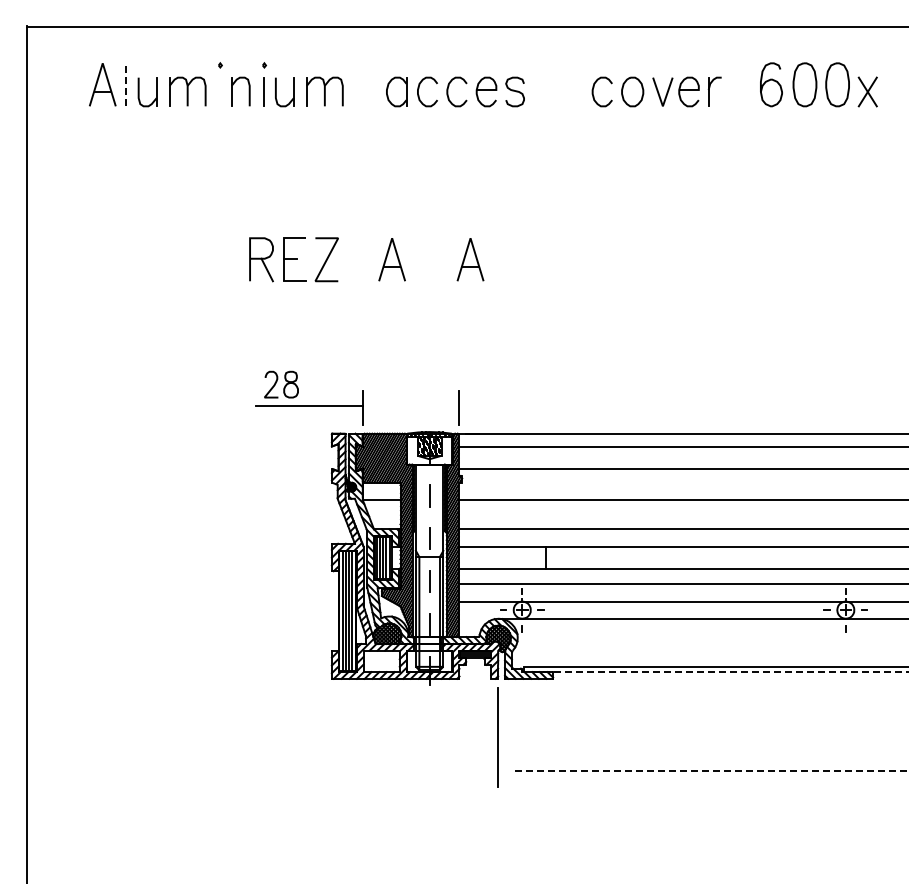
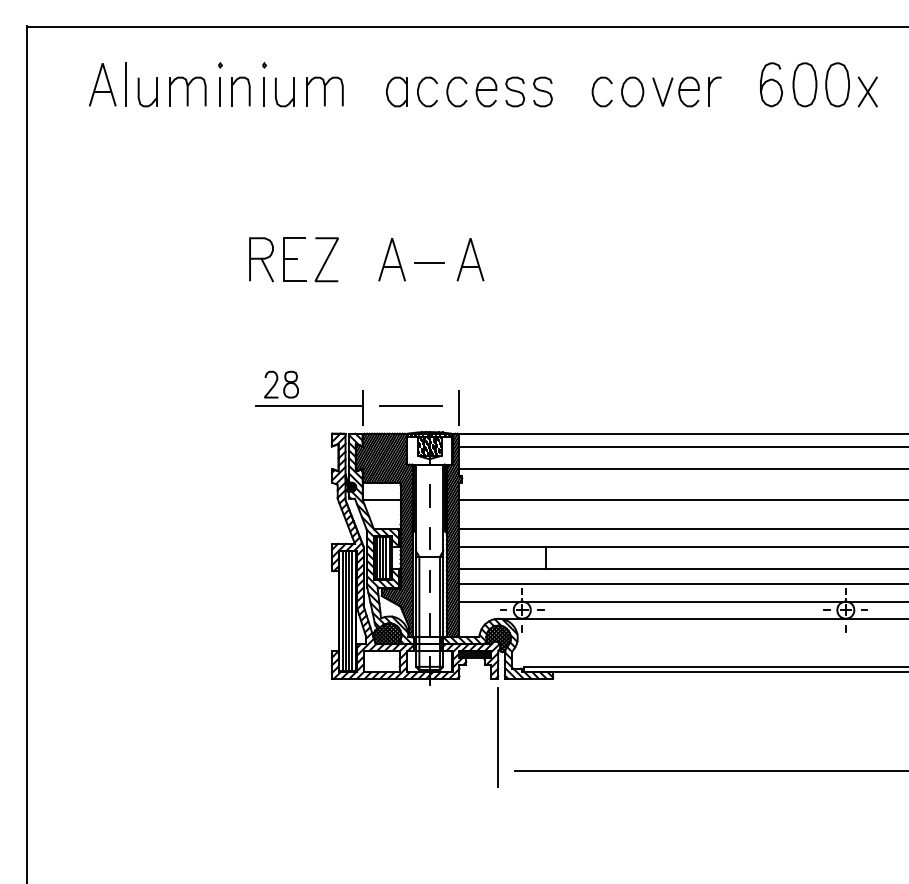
line at (125, 84): dashed -> solid
line at (220, 91): none -> present
curve at (542, 91): none -> present
line at (429, 262): none -> present
line at (410, 406): none -> present
line at (720, 672): dashed -> solid
line at (712, 771): dashed -> solid
